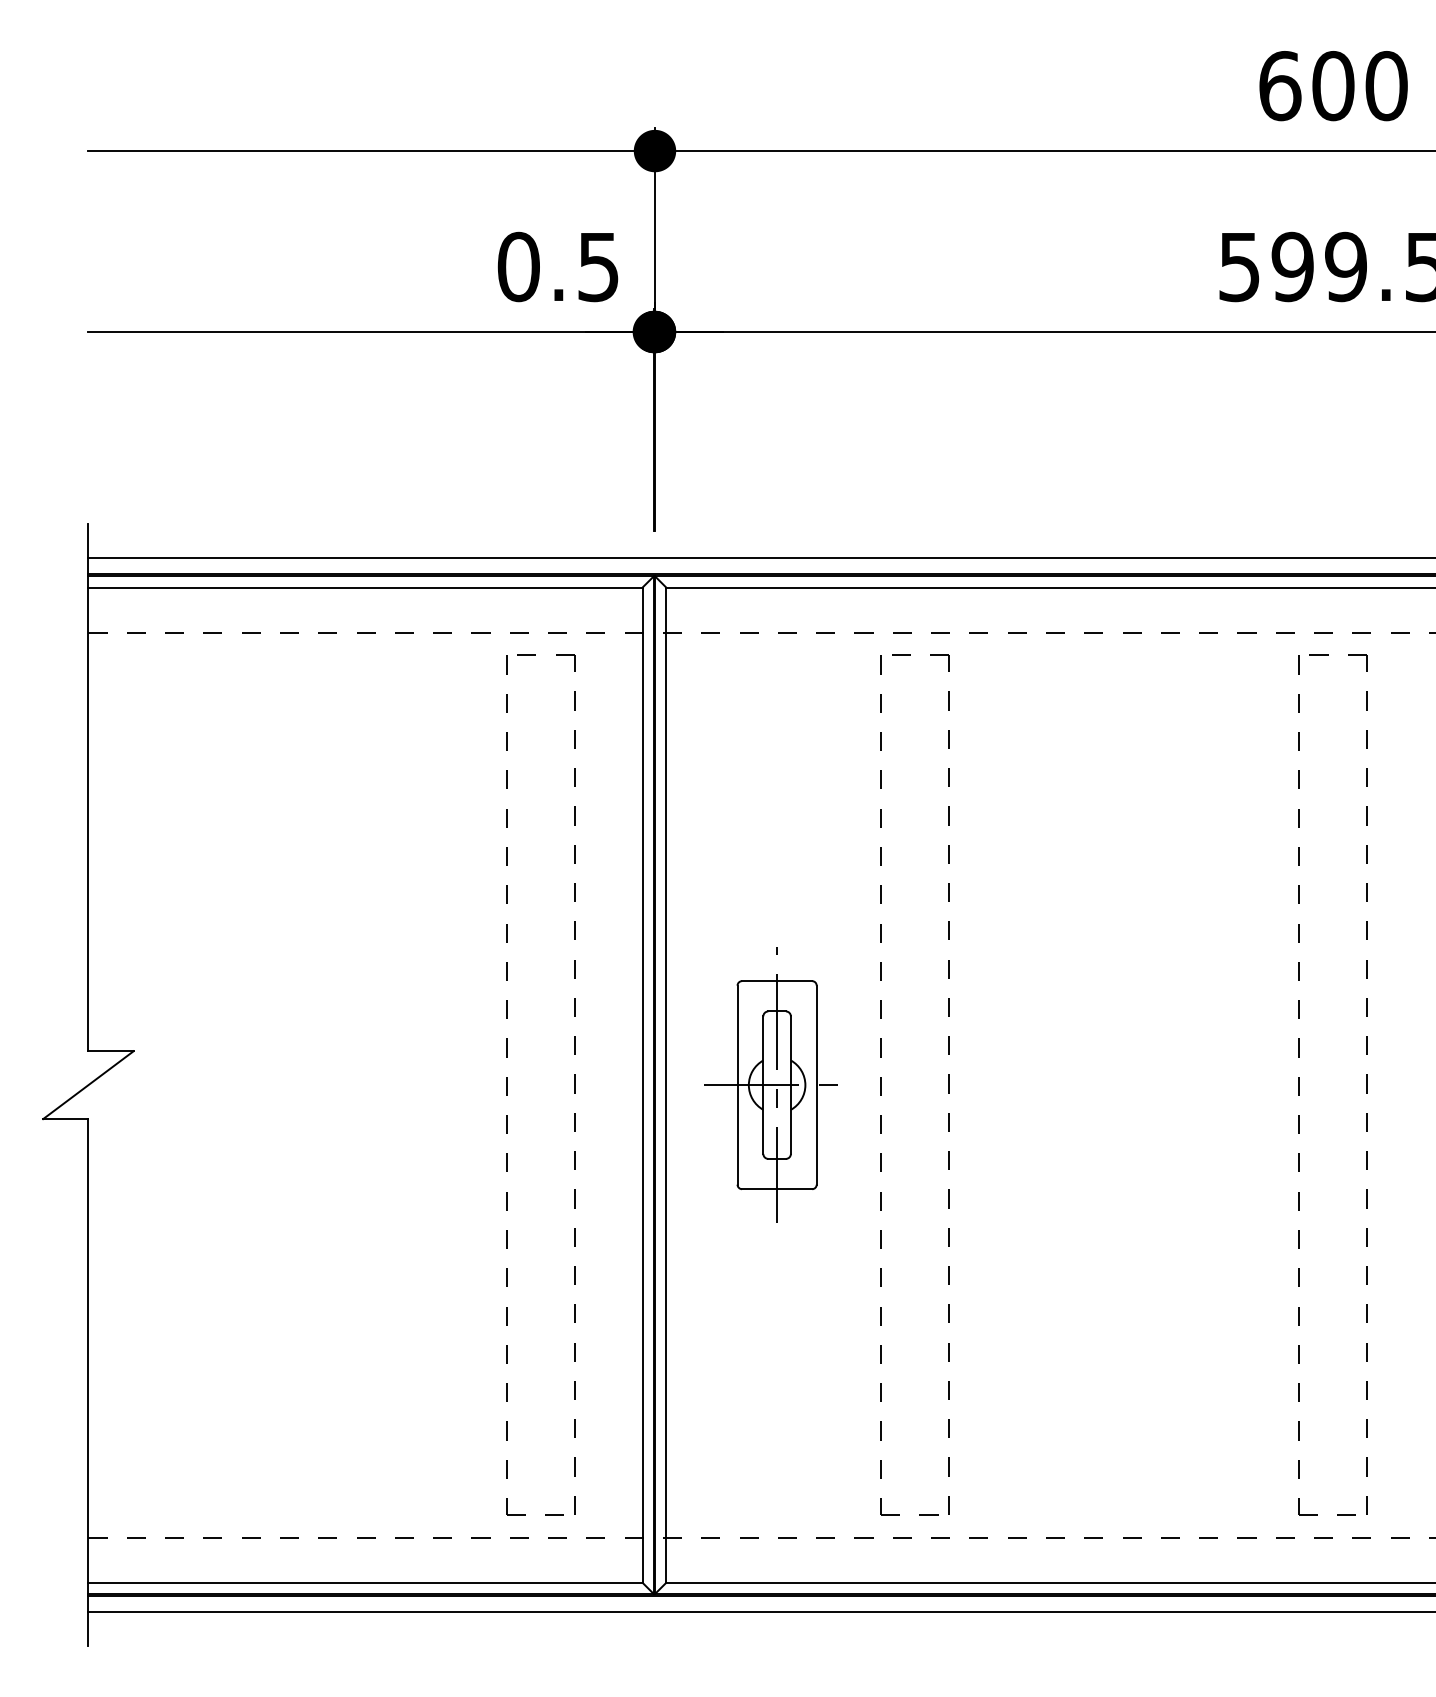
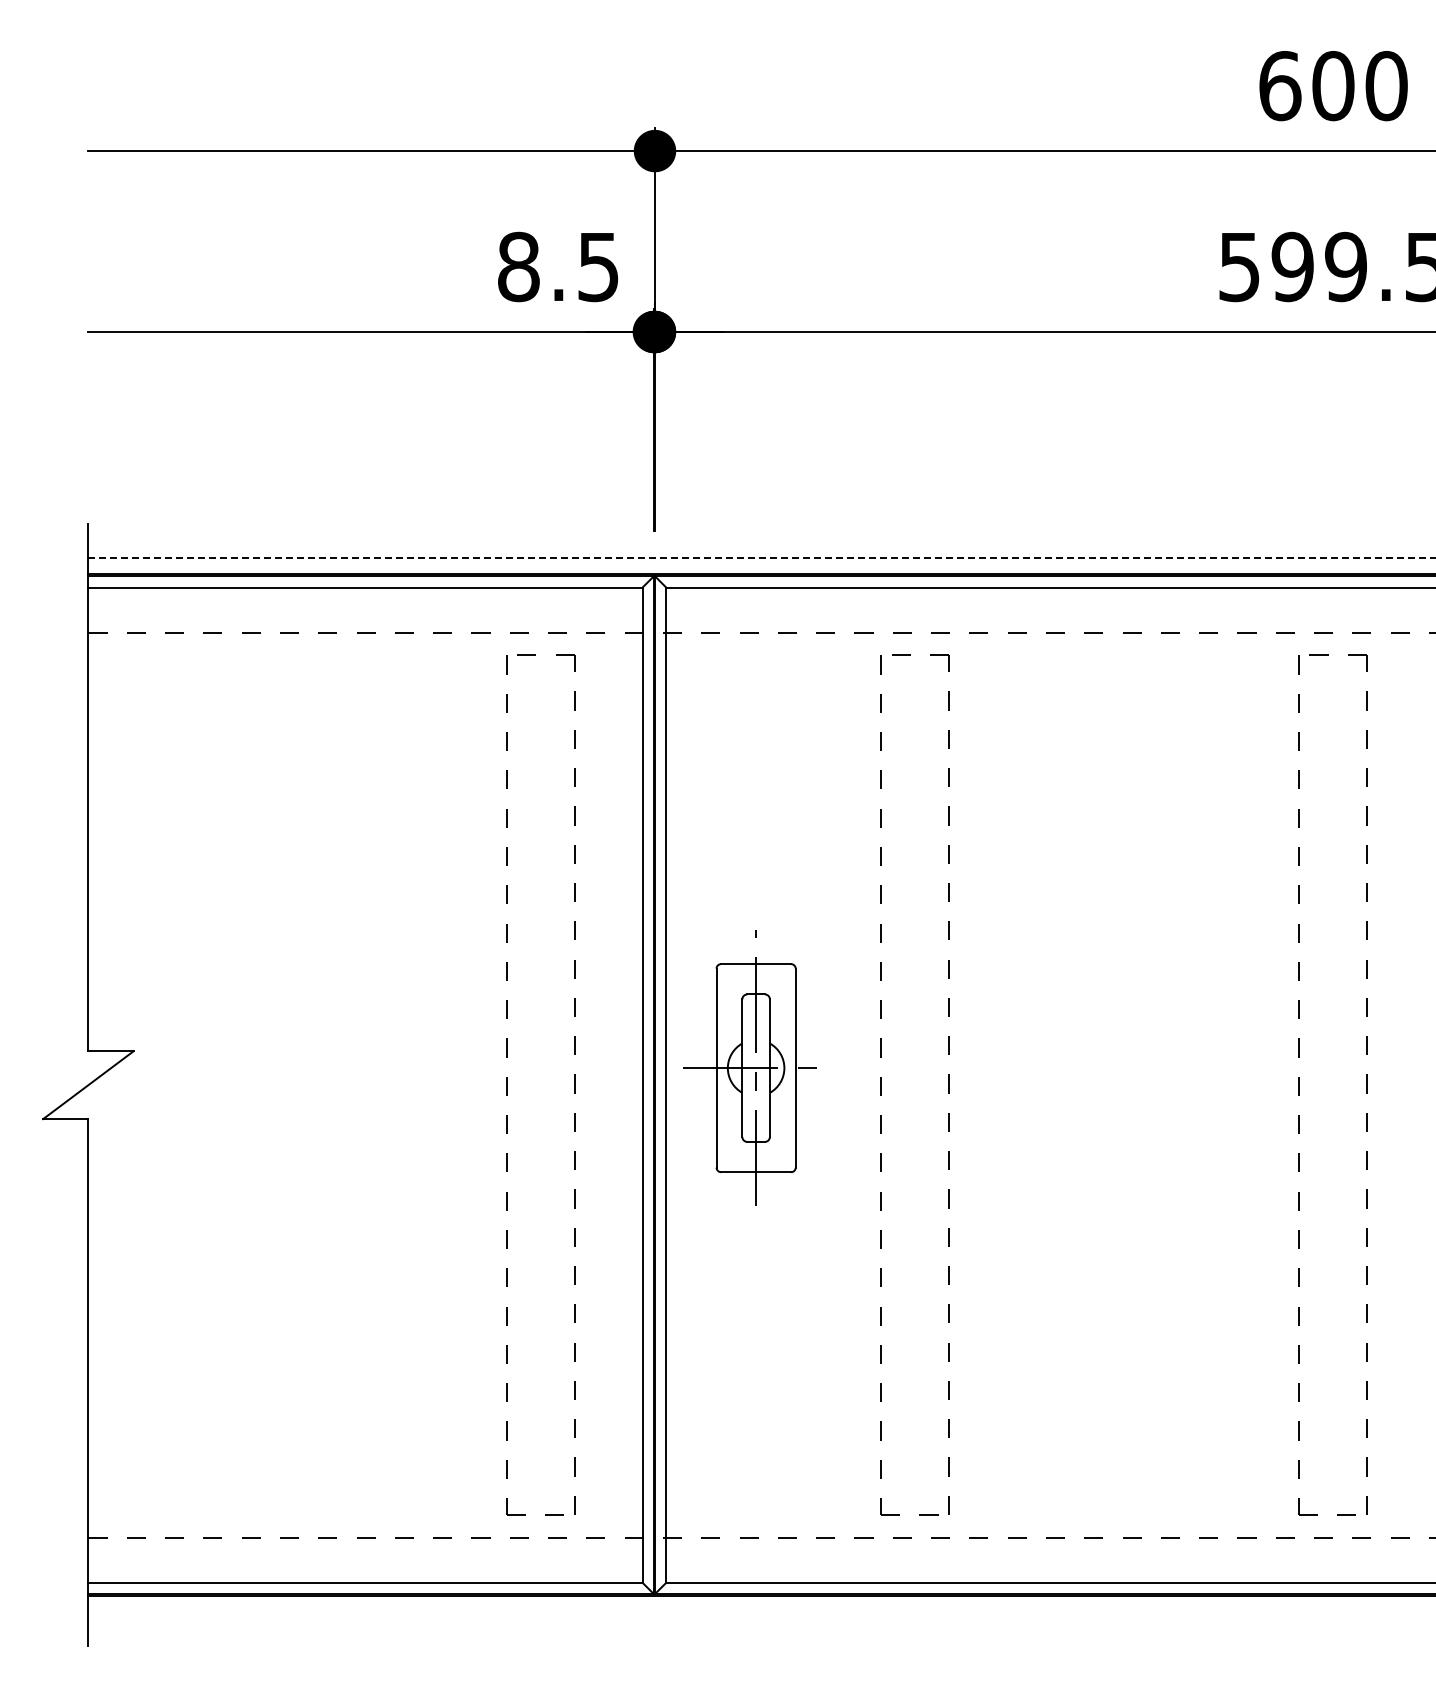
text at (518, 266): 0.5 -> 8.5
line at (762, 558): solid -> dashed
part at (770, 1084) position: (770, 1084) -> (749, 1067)
line at (760, 1612): present -> none
